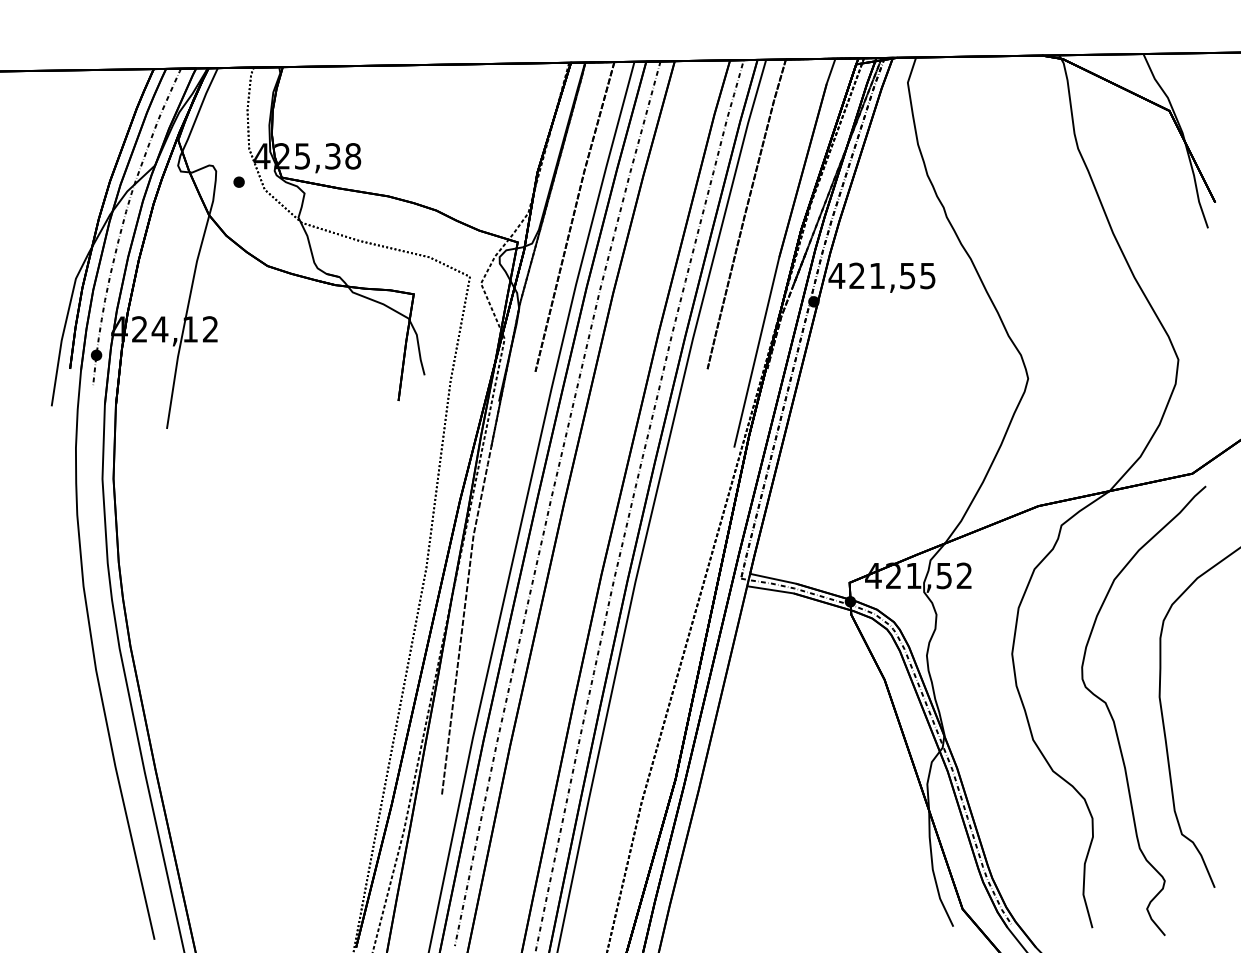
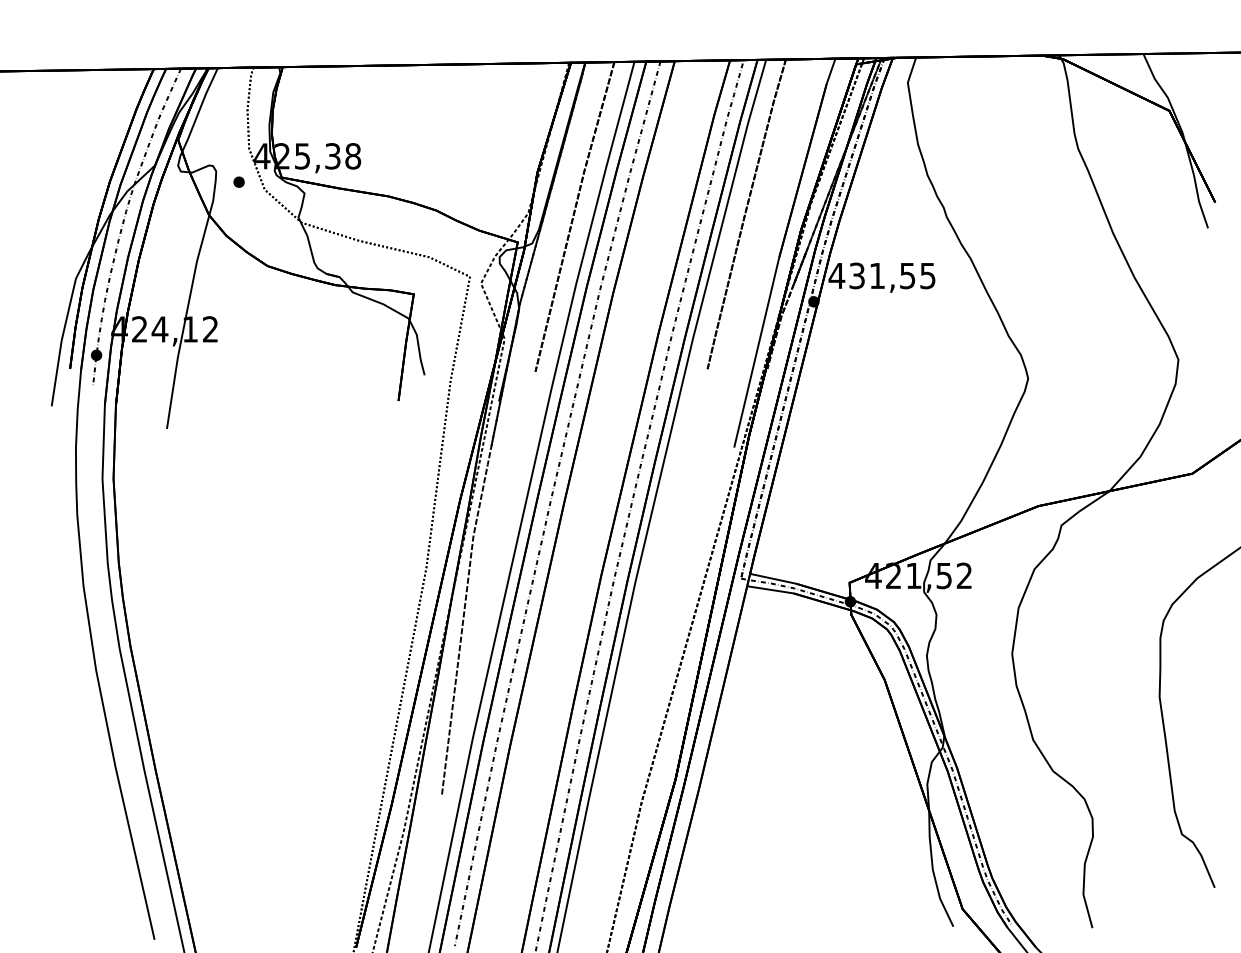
text at (856, 275): 421,55 -> 431,55
curve at (1114, 720): present -> none
